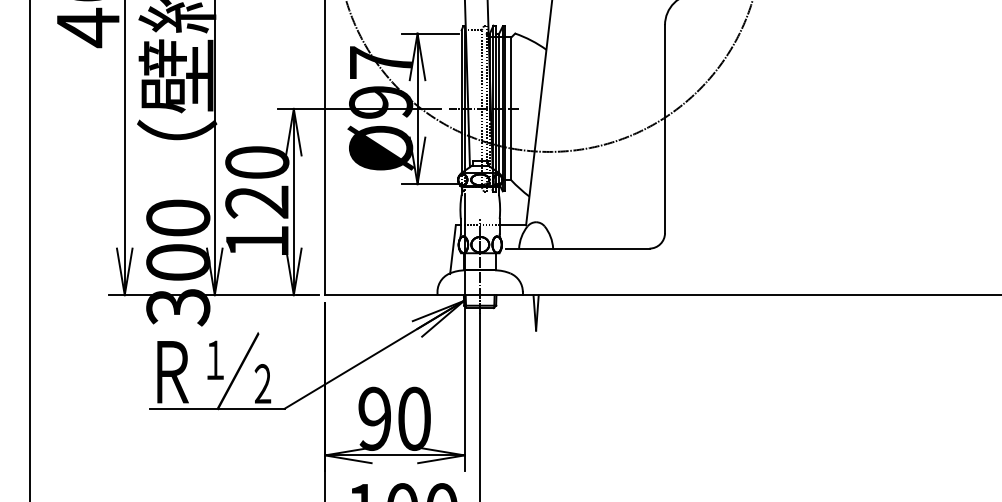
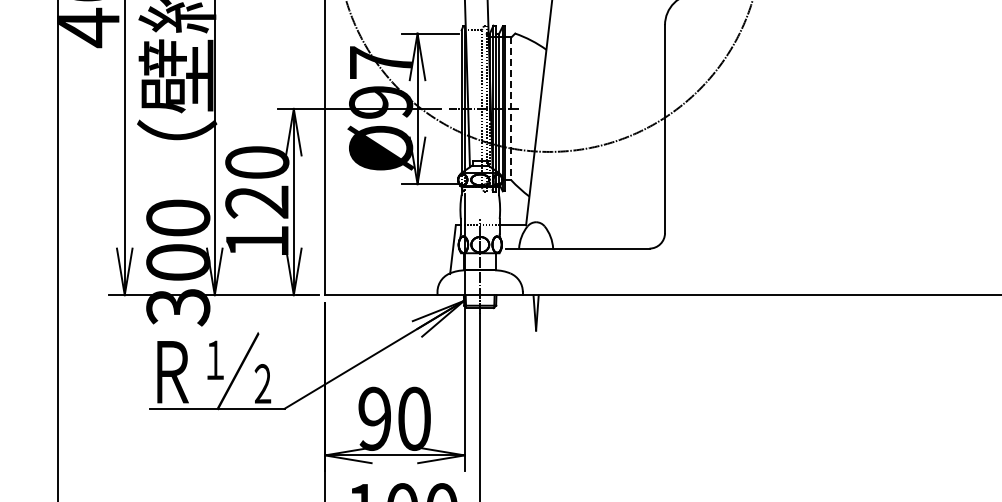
line at (511, 109): solid -> dashed
line at (30, 250) position: (30, 250) -> (58, 250)
